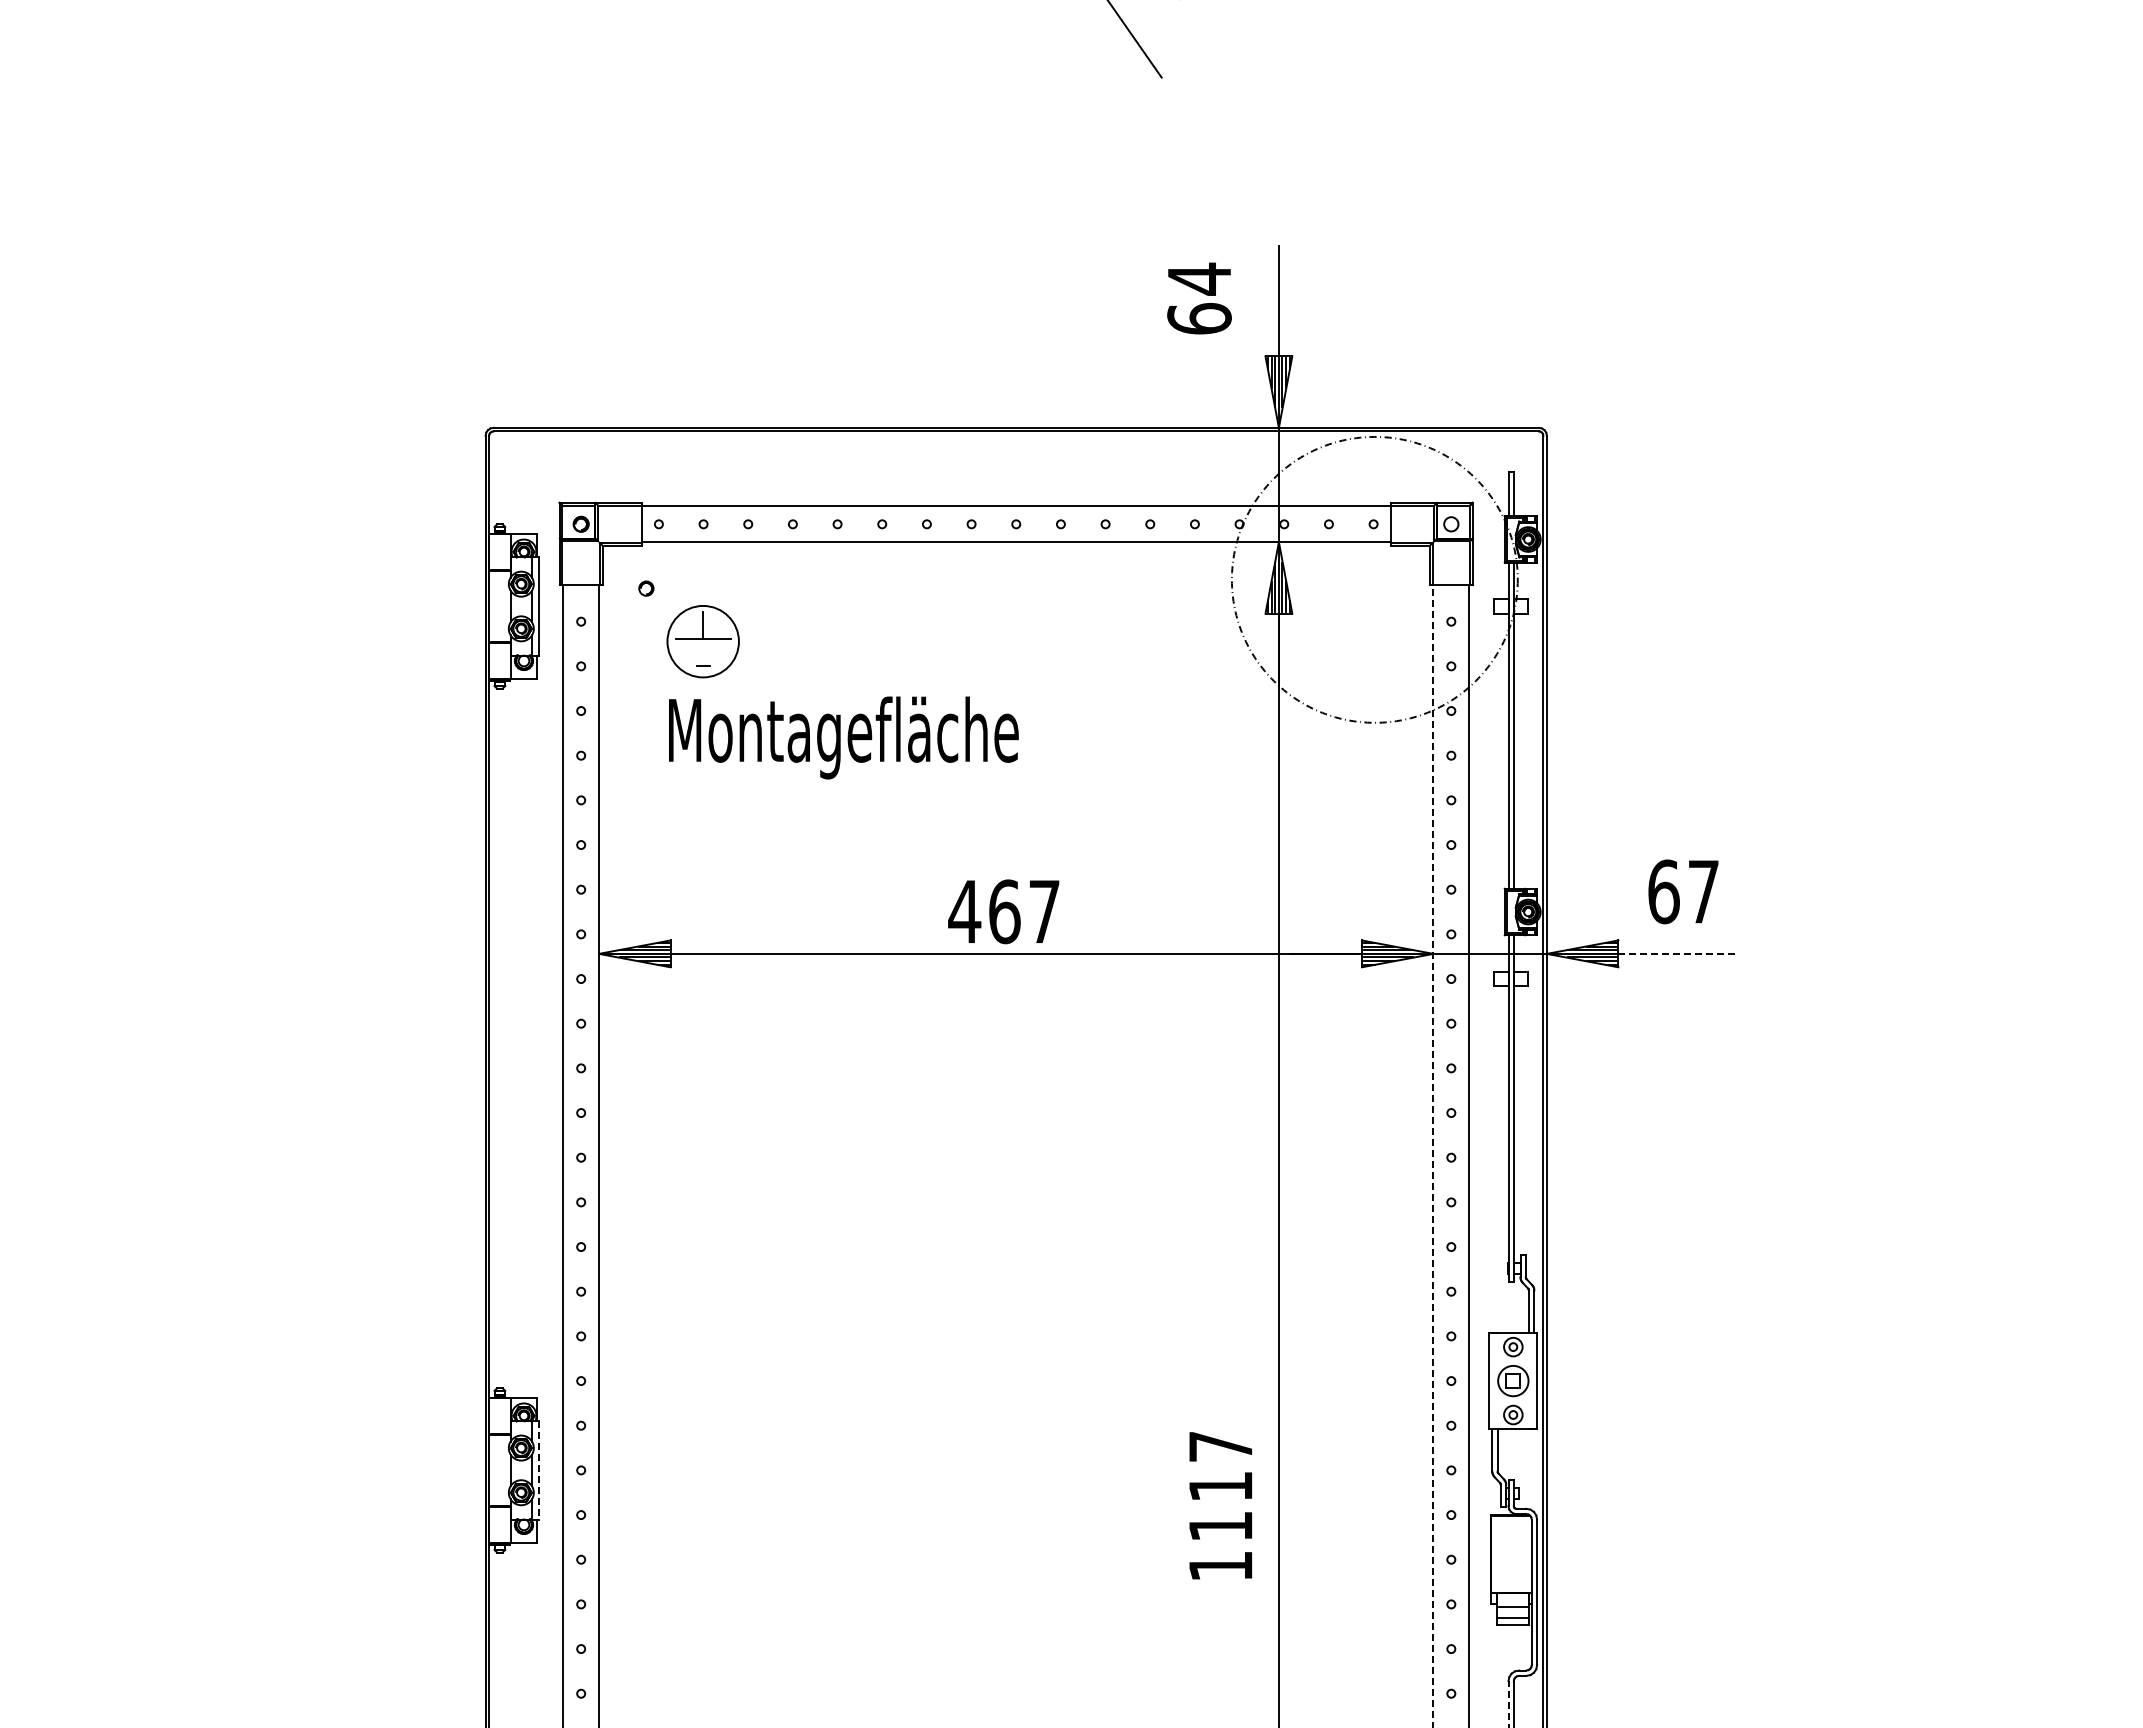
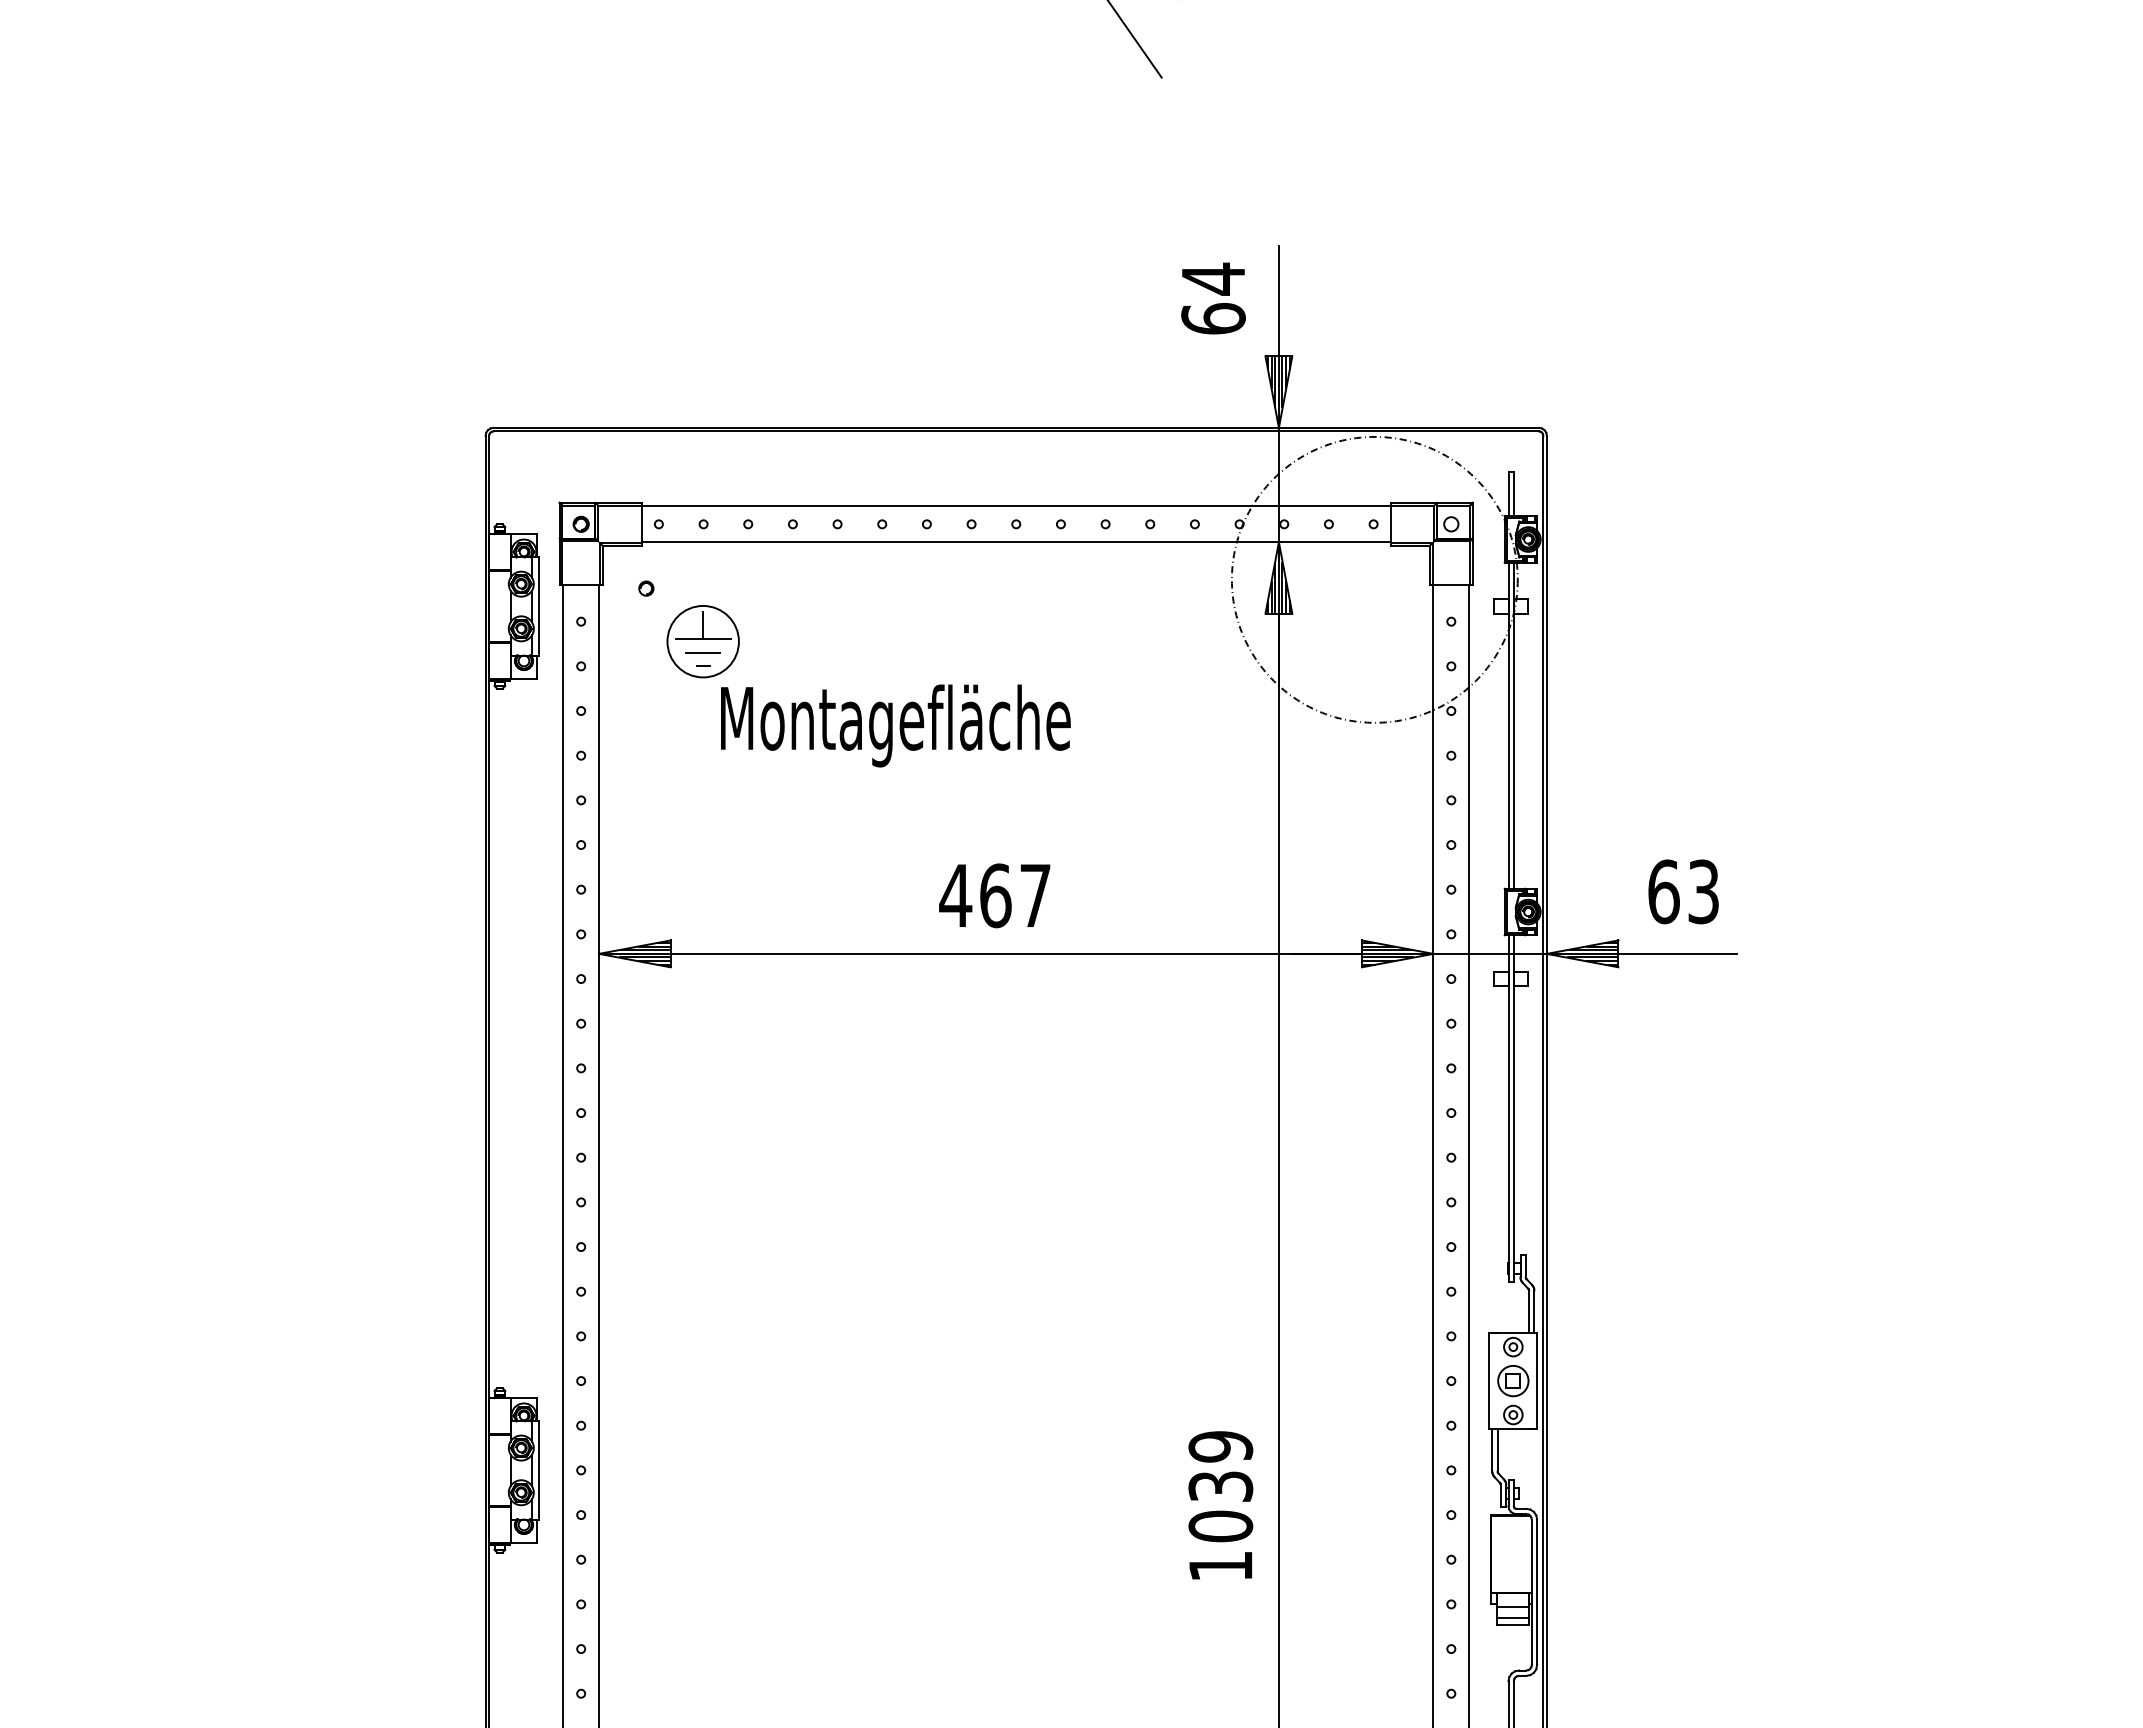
text at (1199, 298) position: (1199, 298) -> (1213, 298)
line at (702, 652): none -> present
text at (843, 737) position: (843, 737) -> (895, 725)
text at (1703, 891): 67 -> 63
text at (1003, 911) position: (1003, 911) -> (994, 895)
line at (1678, 953): dashed -> solid
line at (1433, 1155): dashed -> solid
line at (539, 1470): dashed -> solid
text at (1220, 1486): 1117 -> 1039
line at (1508, 1704): dashed -> solid
